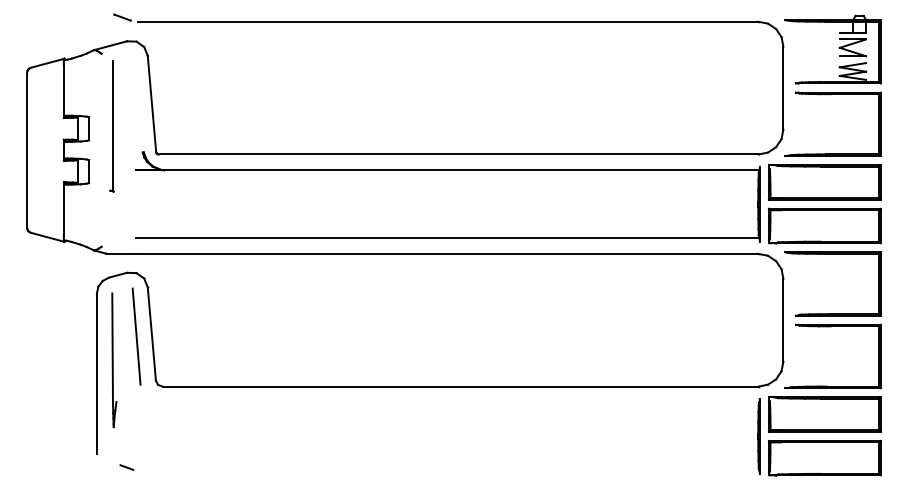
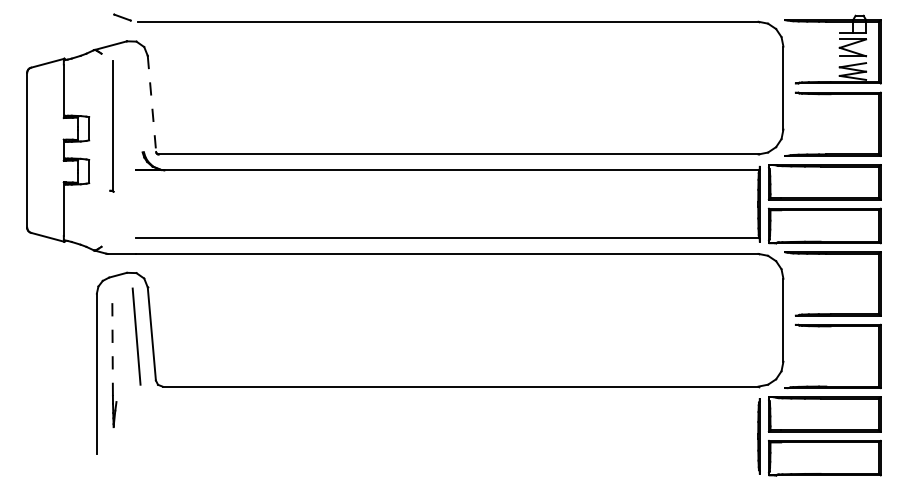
line at (152, 104): solid -> dashed
line at (112, 344): solid -> dashed
line at (126, 467): present -> none
